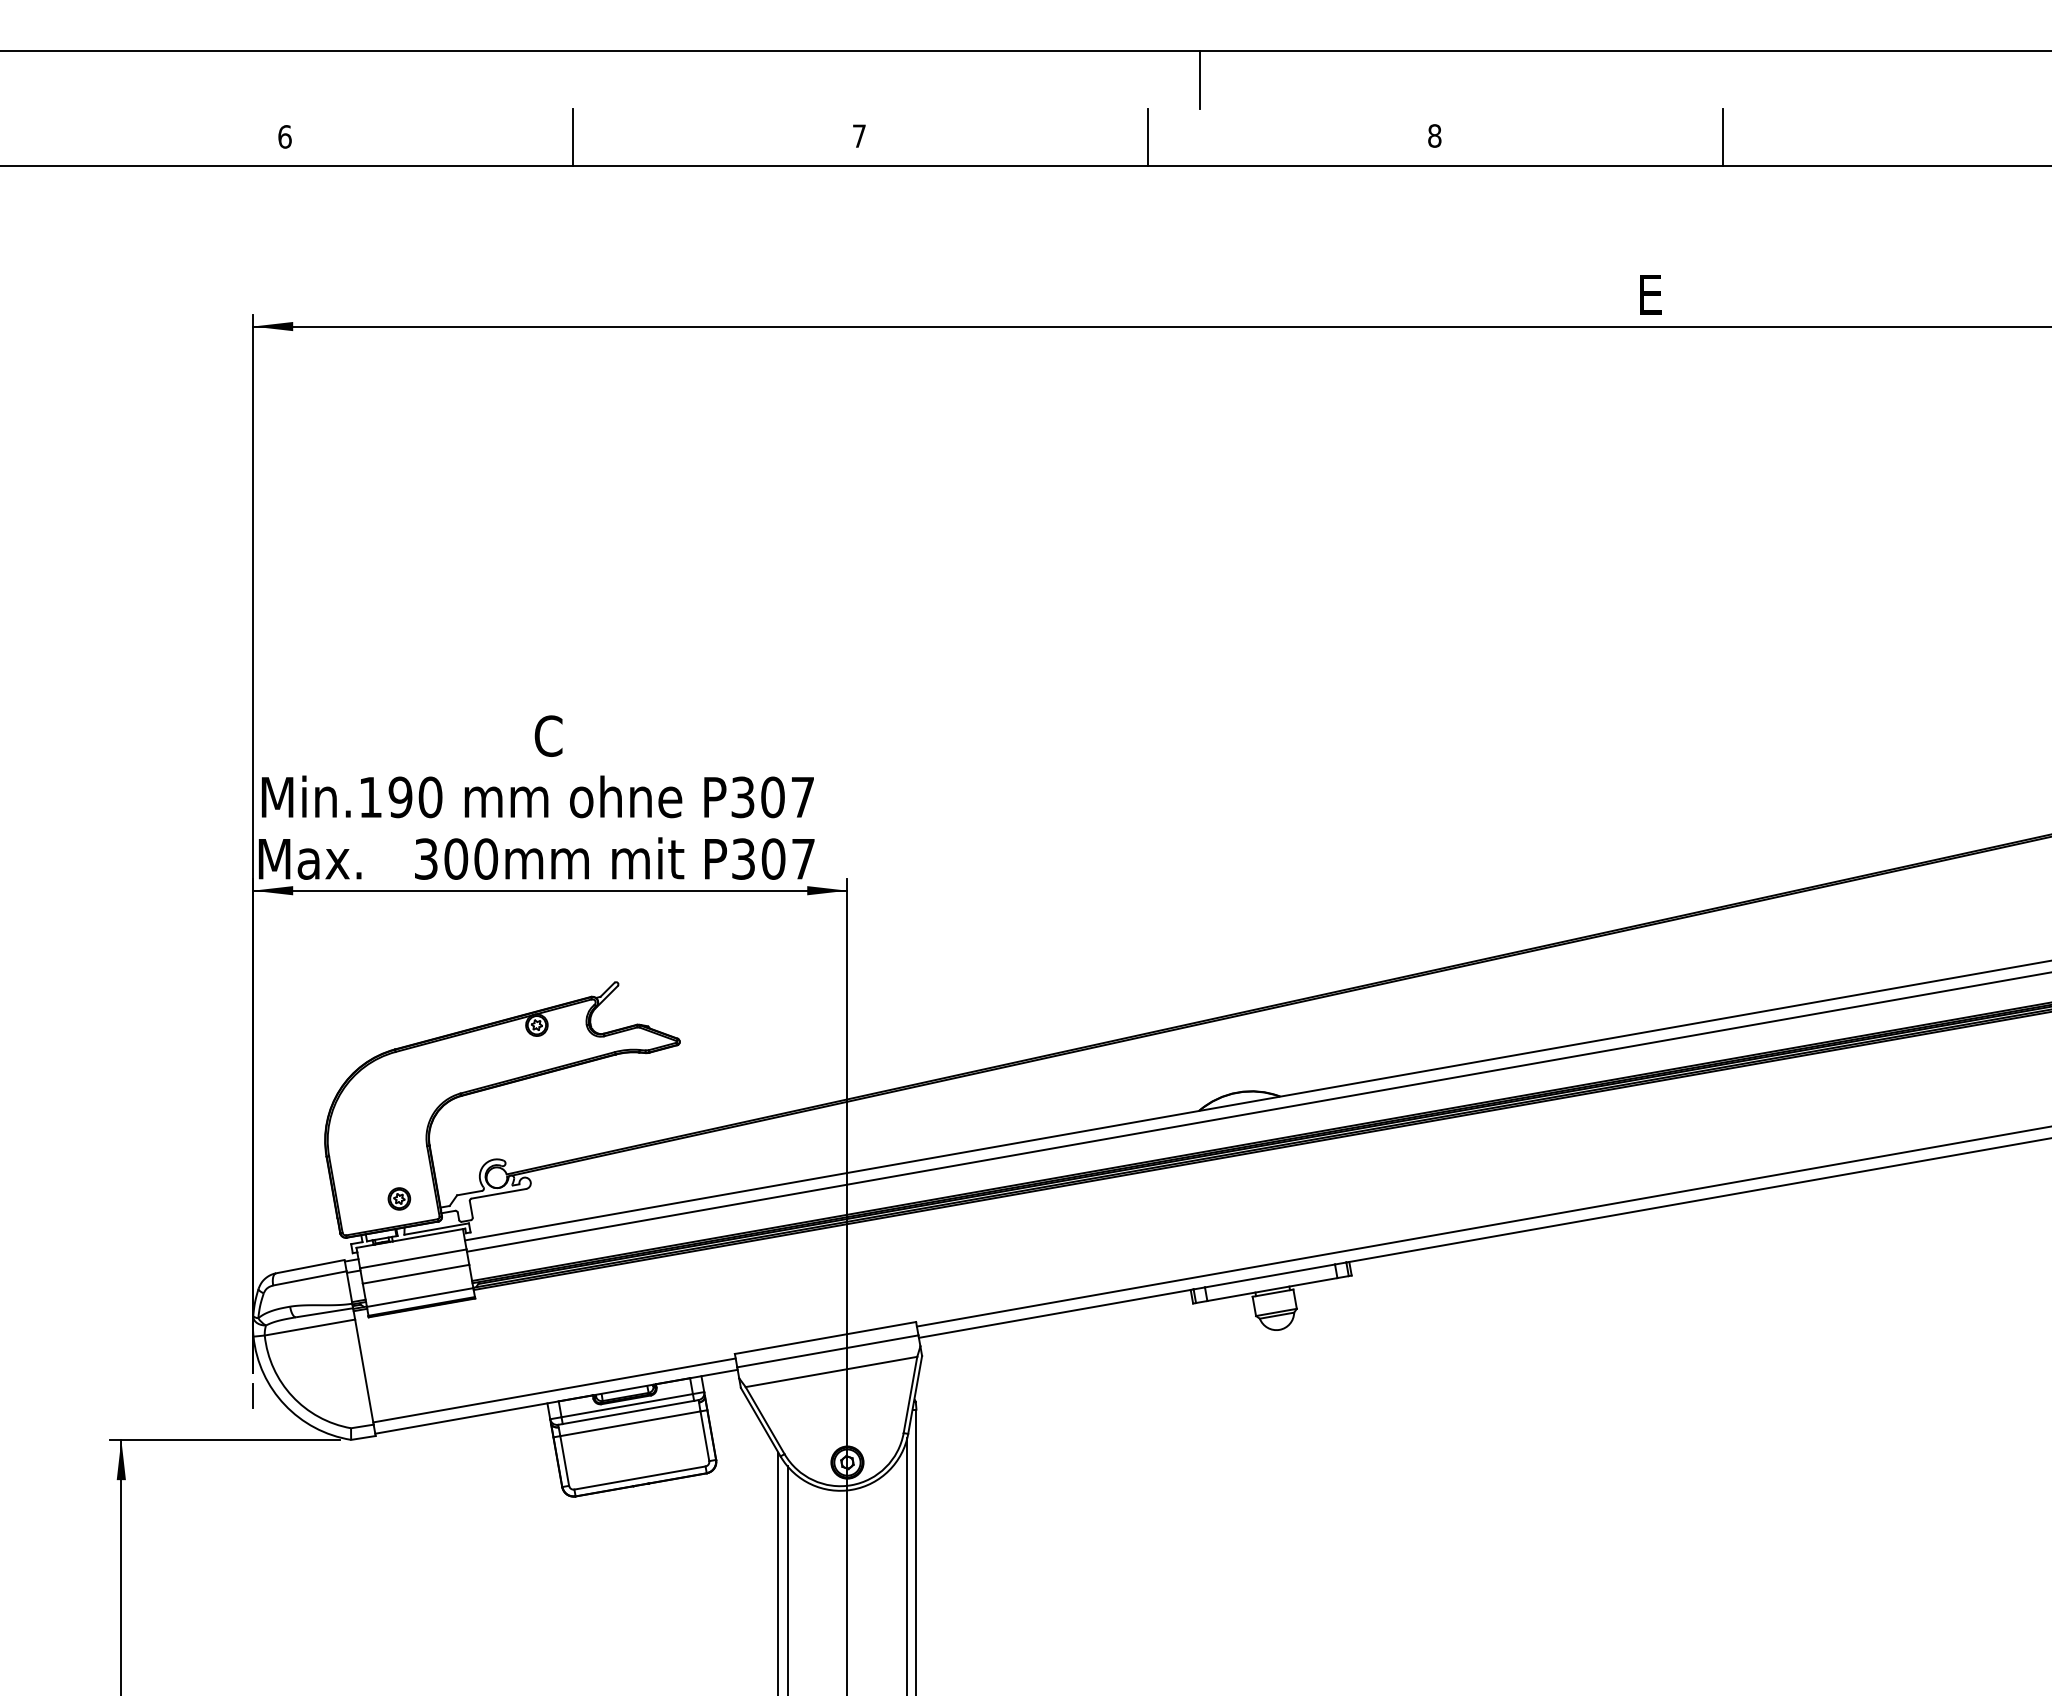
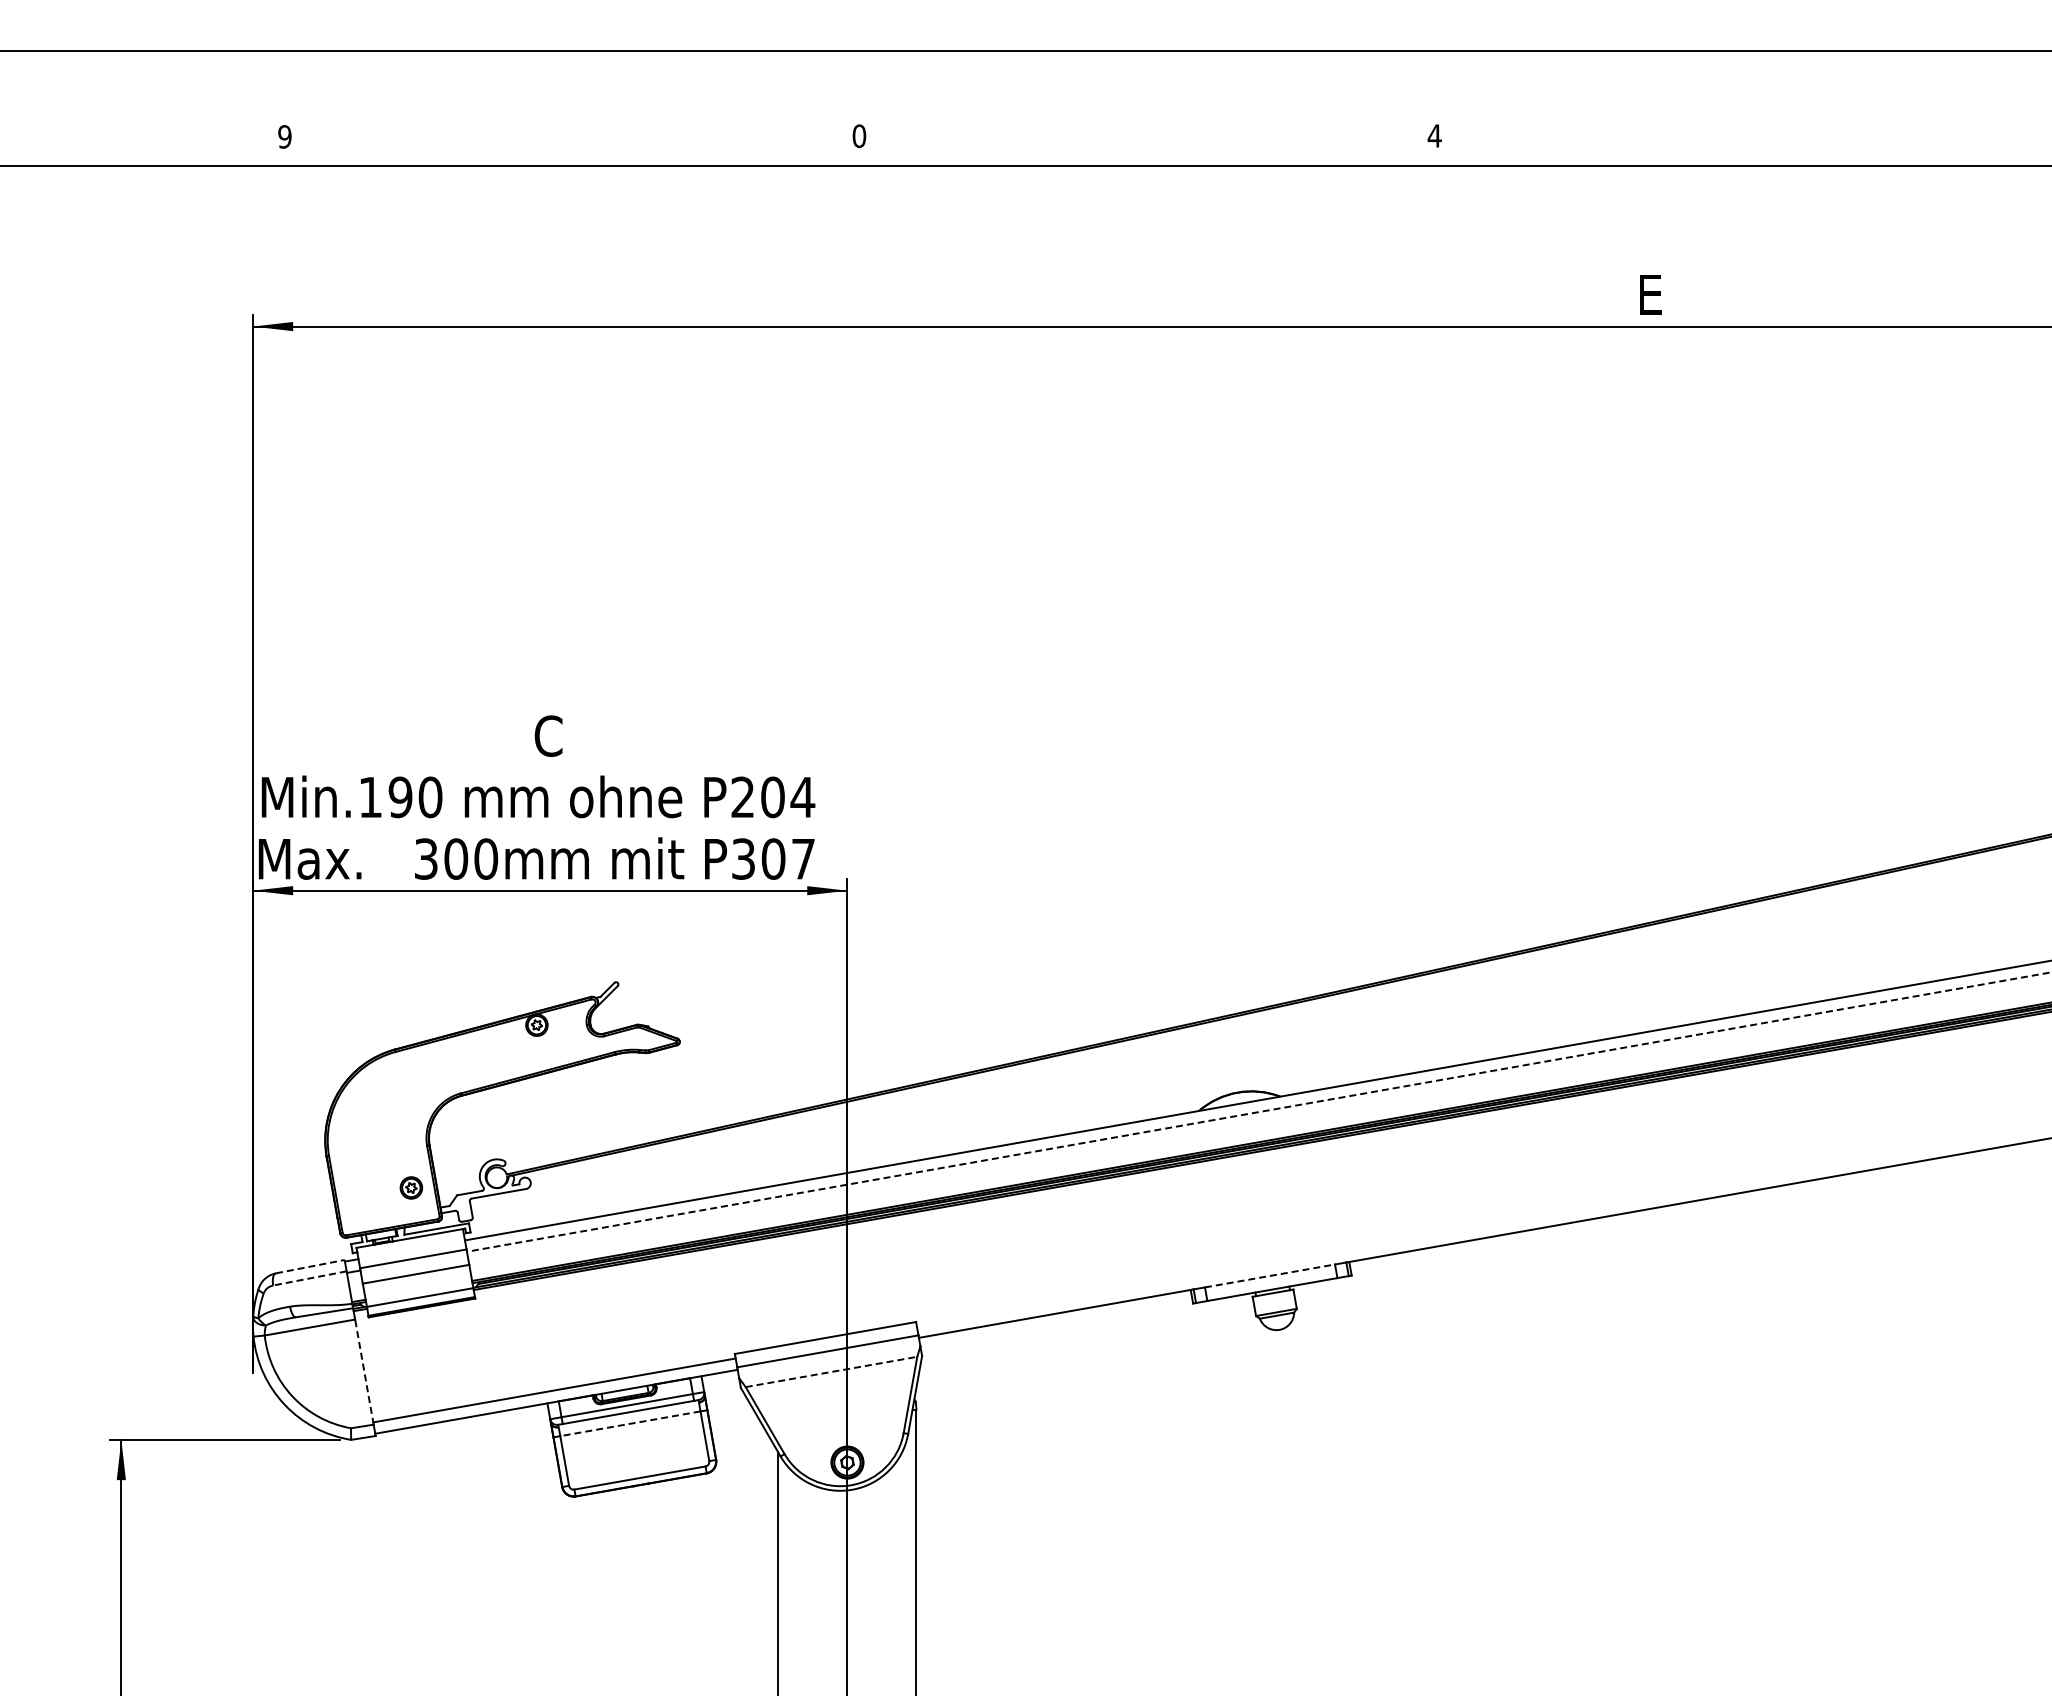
line at (1199, 79): present -> none
text at (1434, 135): 8 -> 4
text at (284, 136): 6 -> 9
text at (859, 136): 7 -> 0
line at (573, 137): present -> none
line at (1148, 137): present -> none
line at (1723, 137): present -> none
text at (773, 797): P307 -> P204
line at (1258, 1112): solid -> dashed
part at (399, 1198) position: (399, 1198) -> (411, 1187)
line at (1482, 1226): present -> none
line at (310, 1266): solid -> dashed
line at (1270, 1275): solid -> dashed
line at (309, 1278): solid -> dashed
line at (364, 1371): solid -> dashed
line at (831, 1371): solid -> dashed
line at (252, 1395): present -> none
line at (629, 1423): solid -> dashed
line at (907, 1565): present -> none
line at (787, 1579): present -> none
